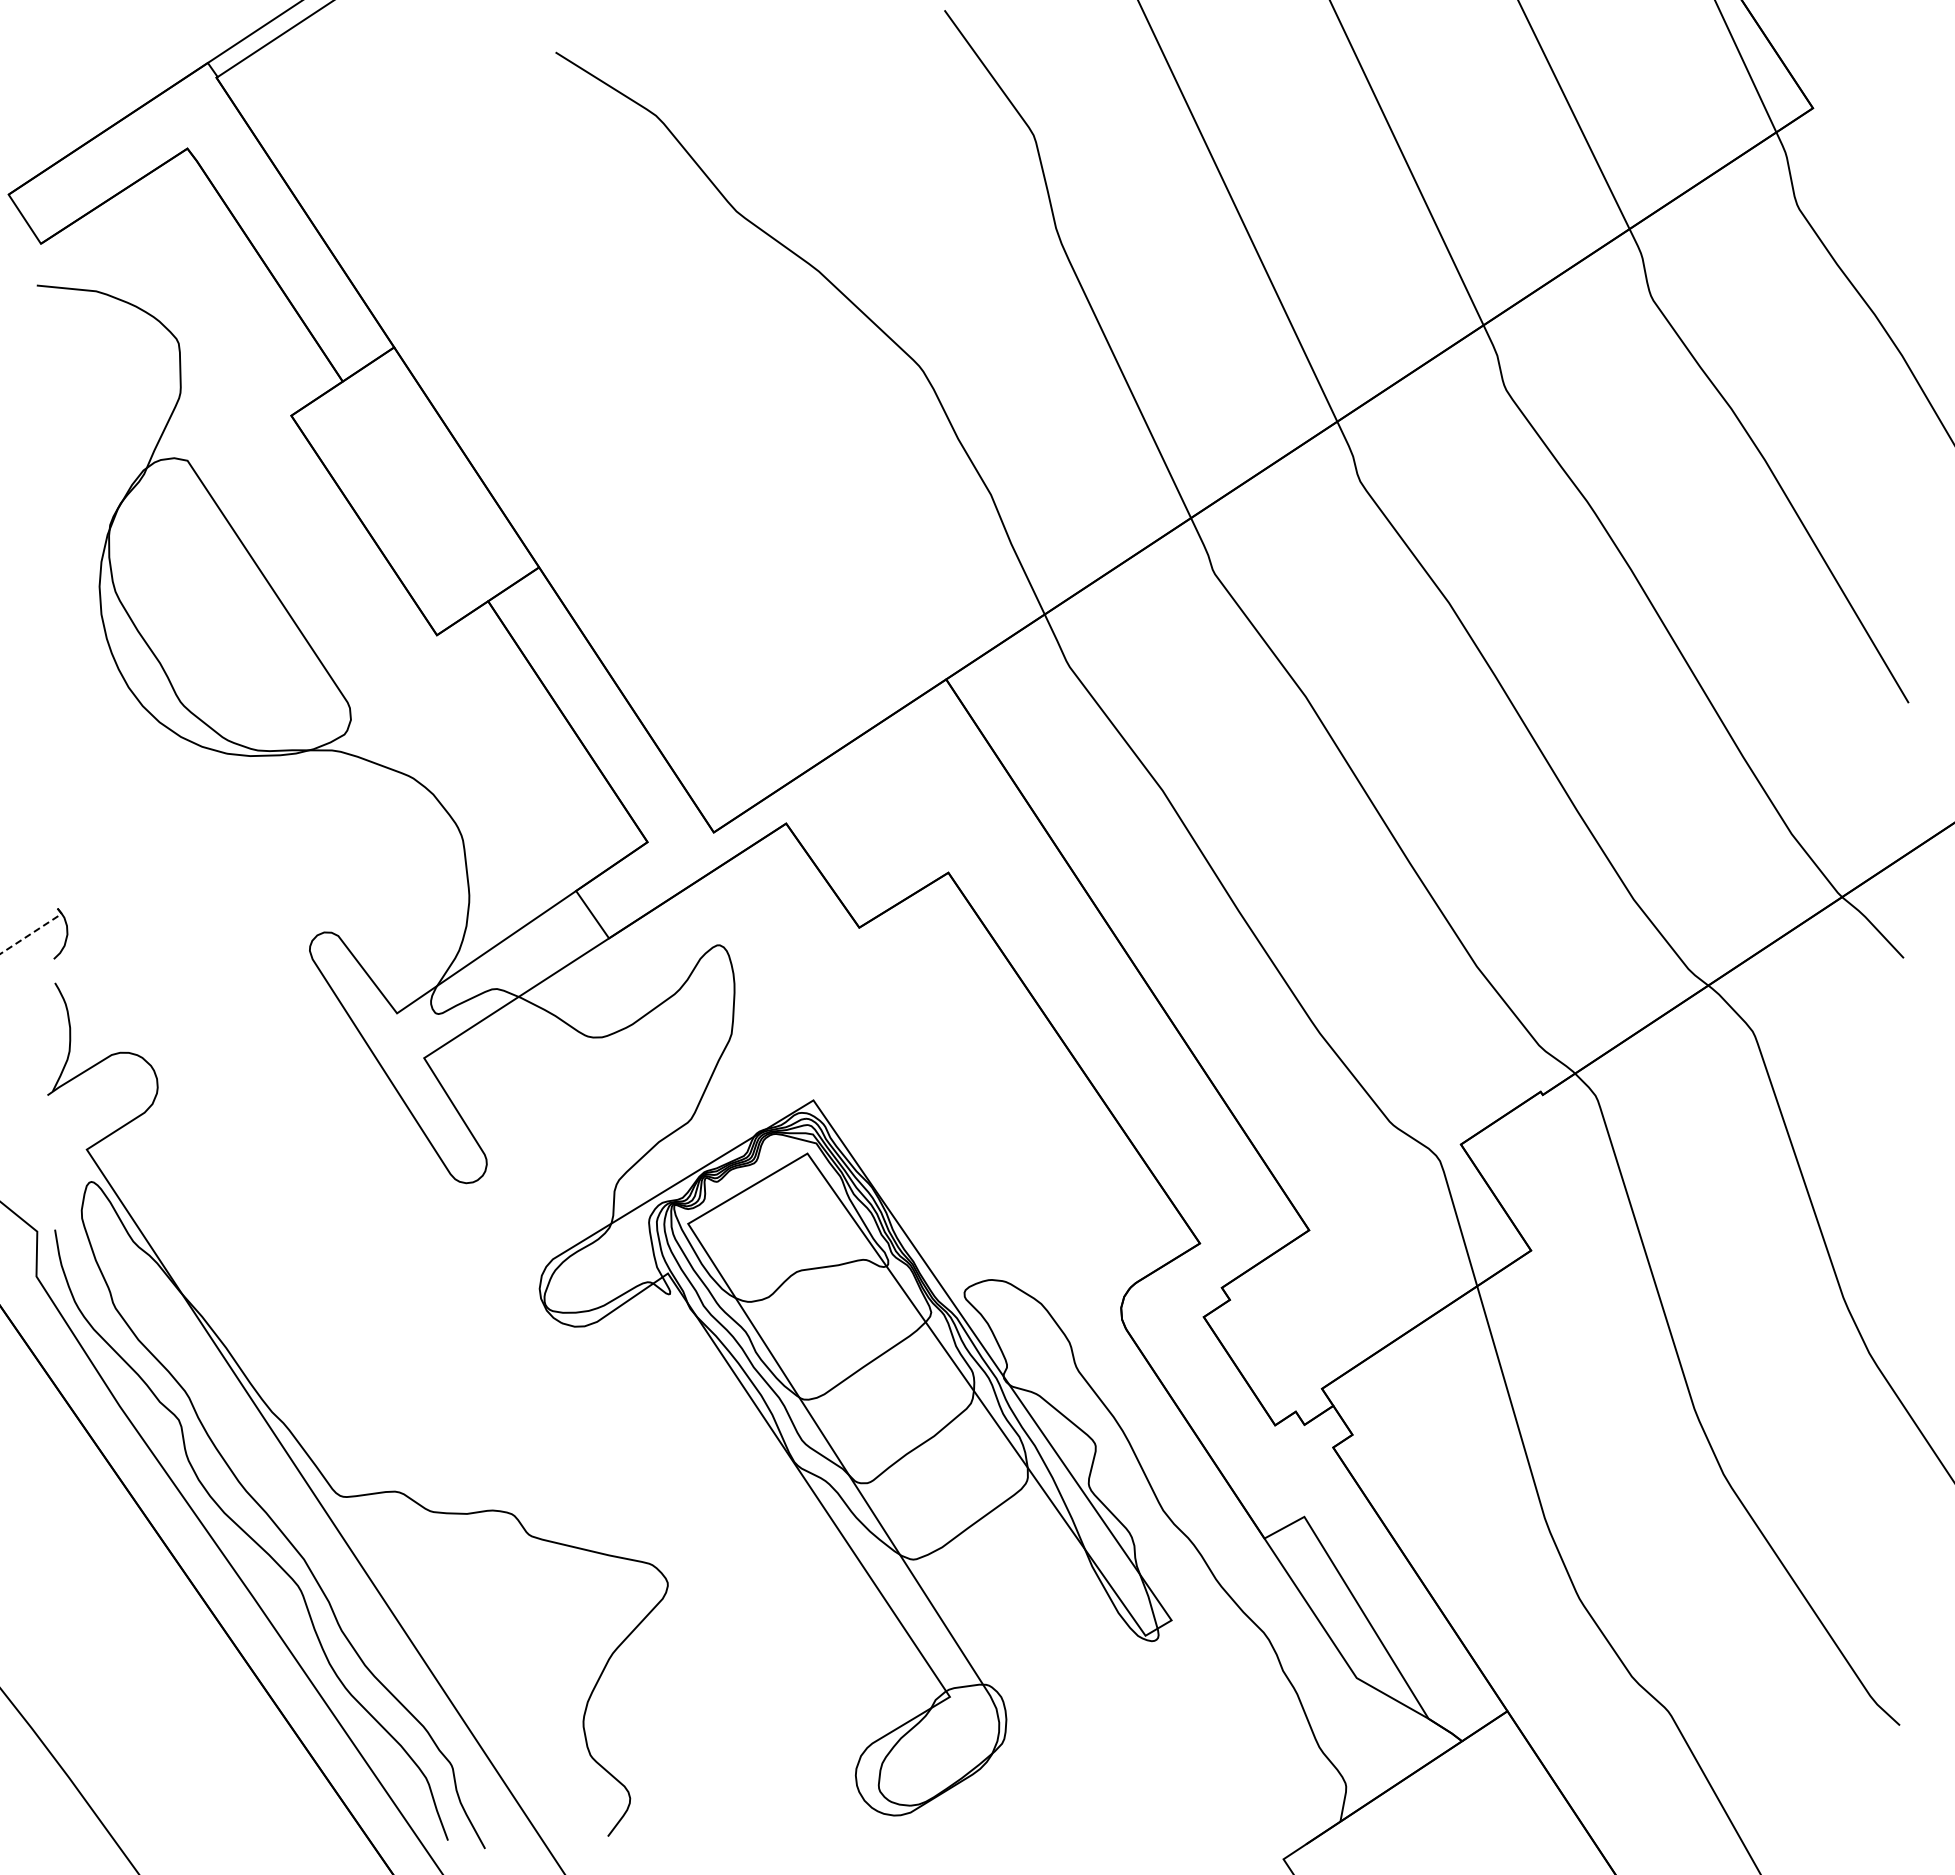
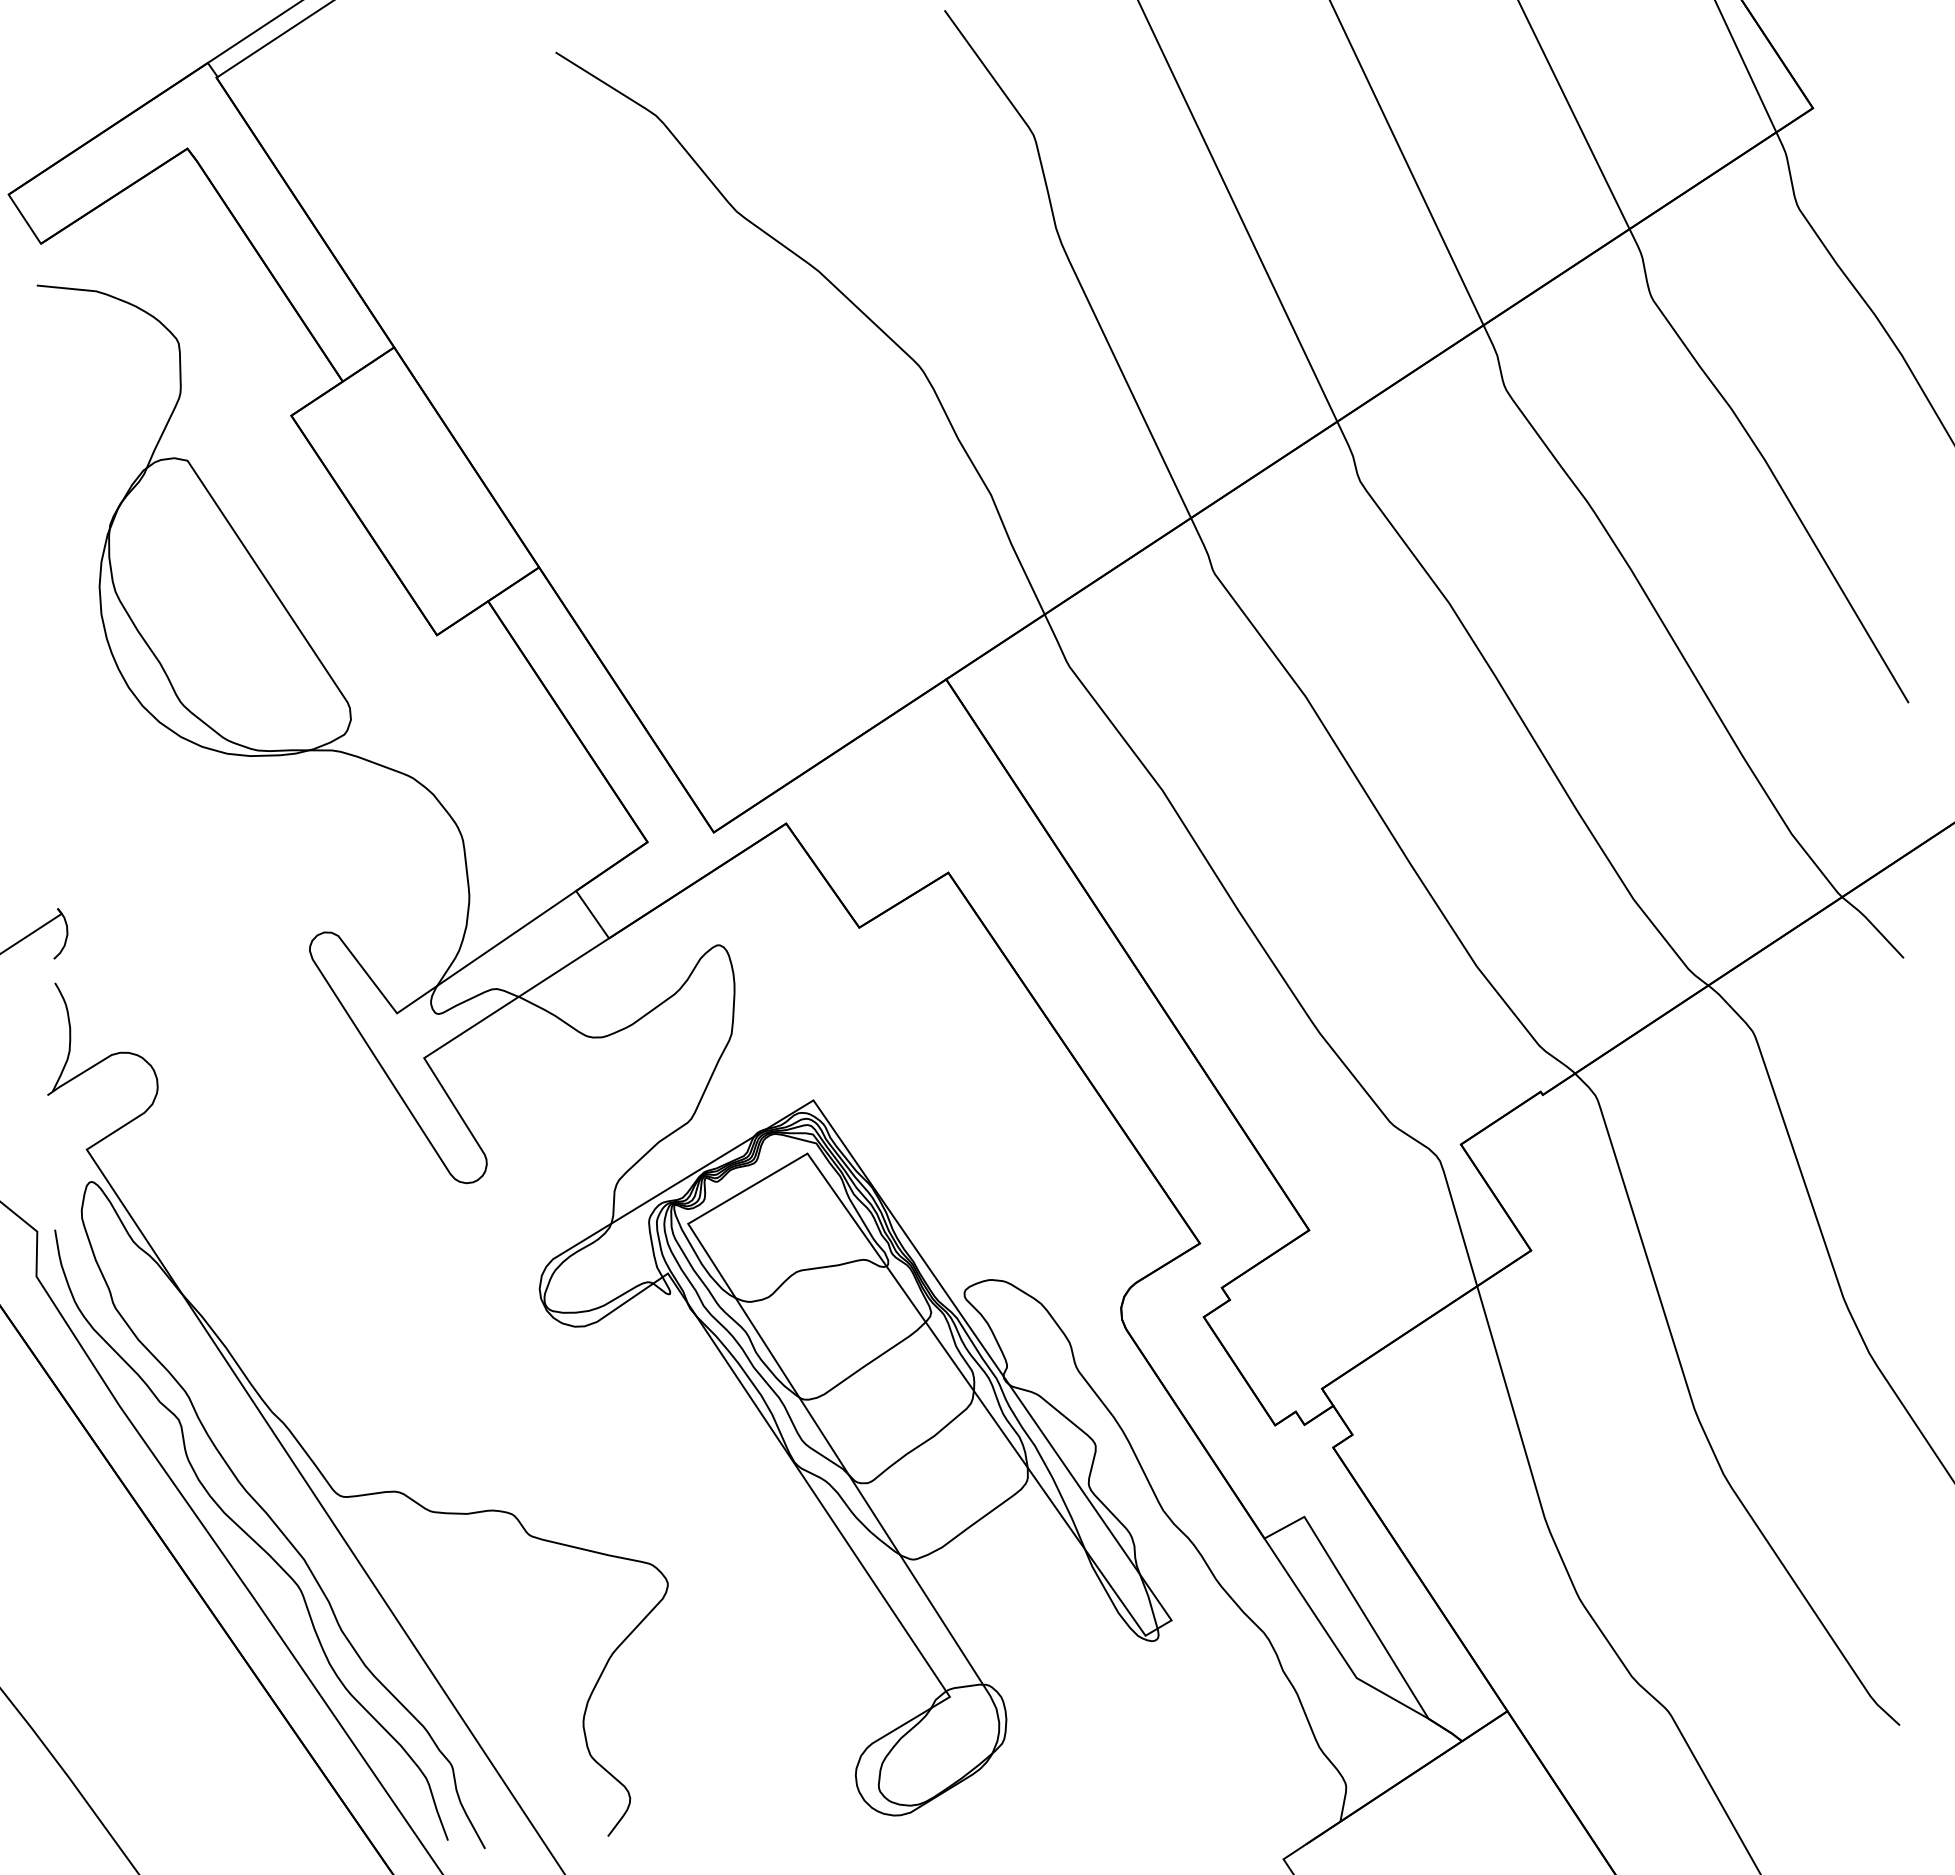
line at (34, 931): dashed -> solid
